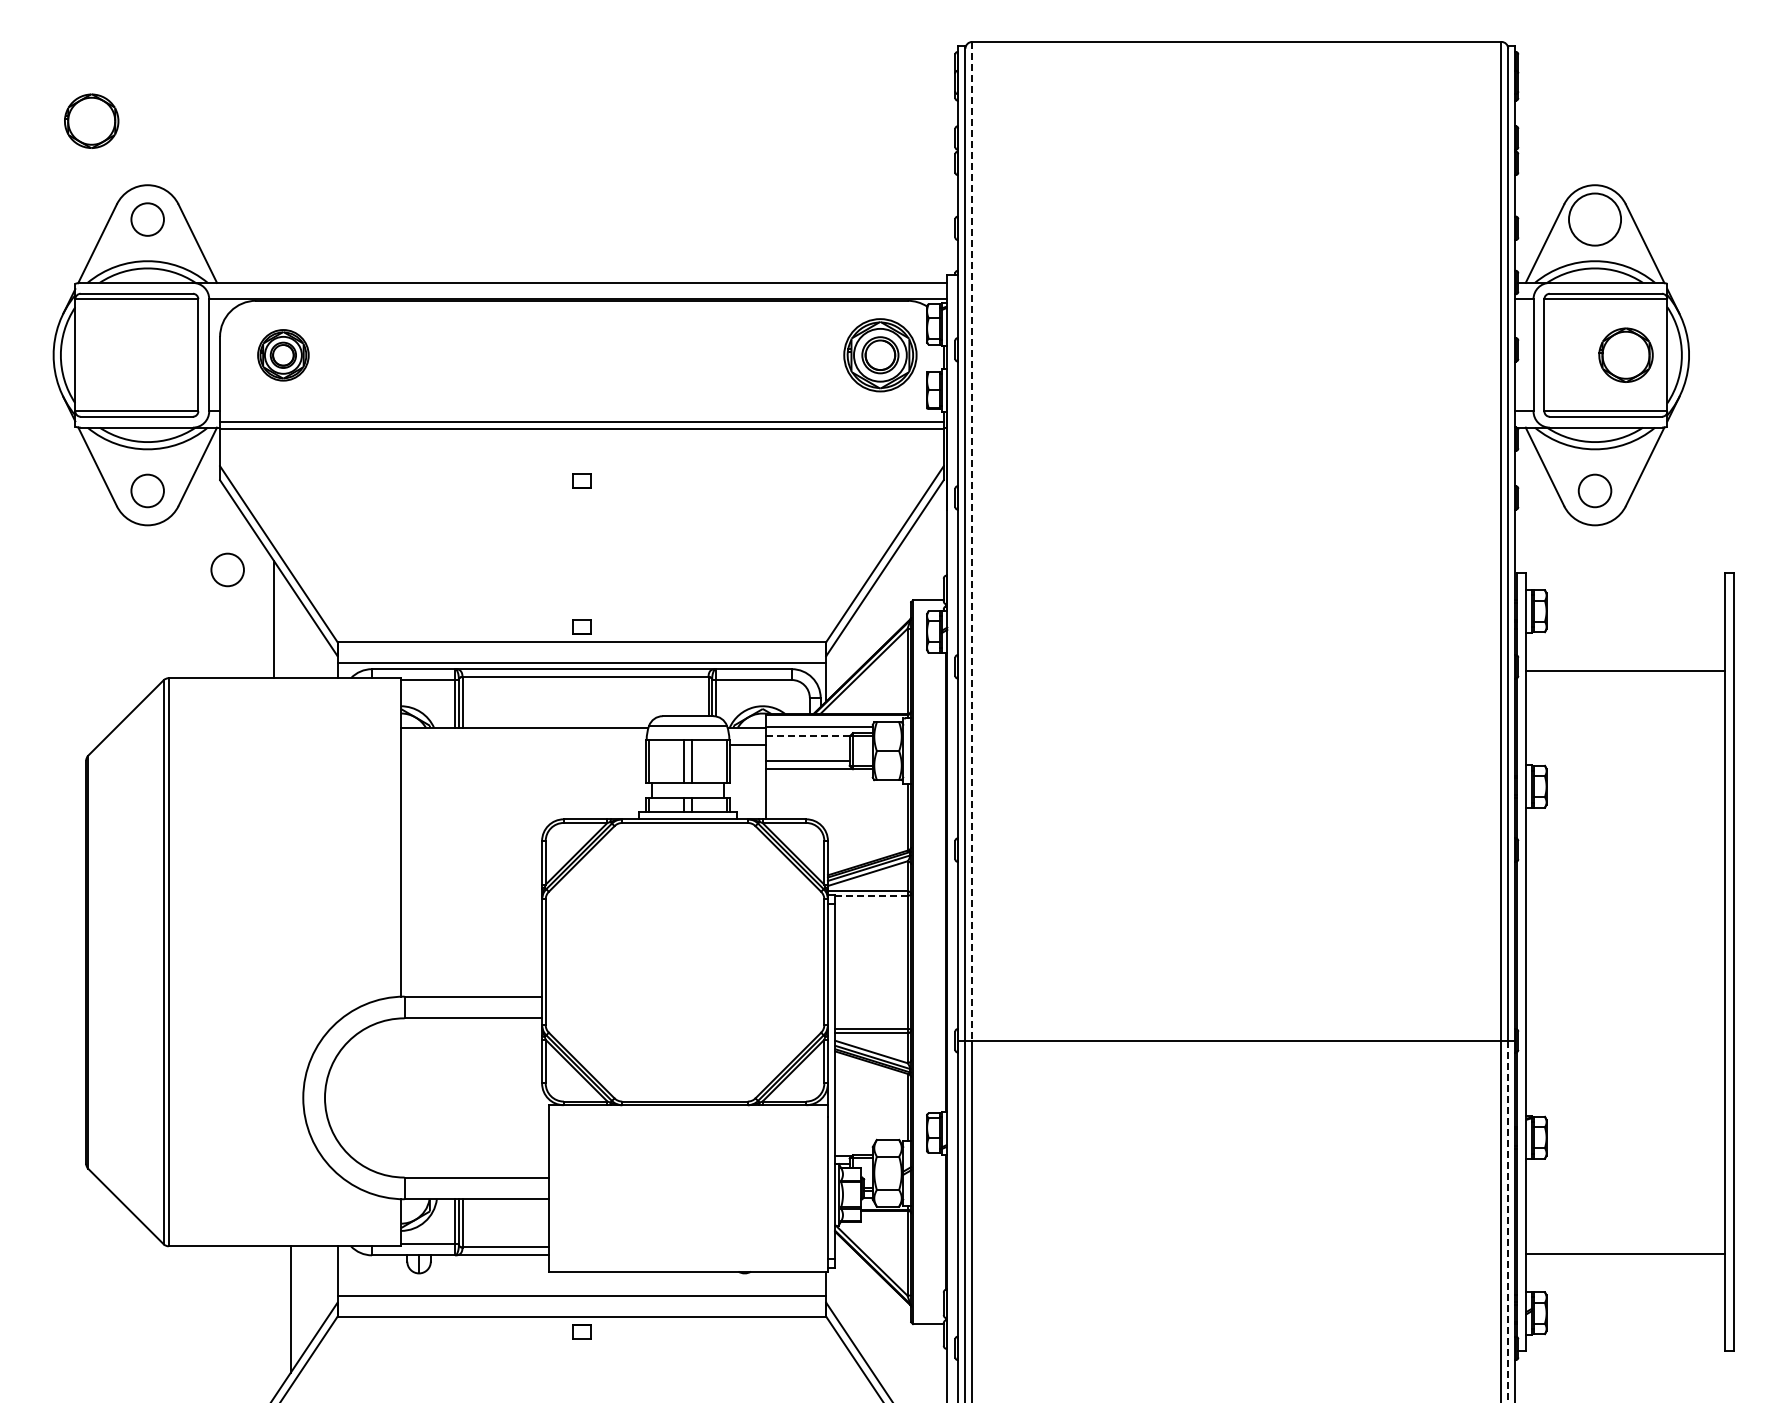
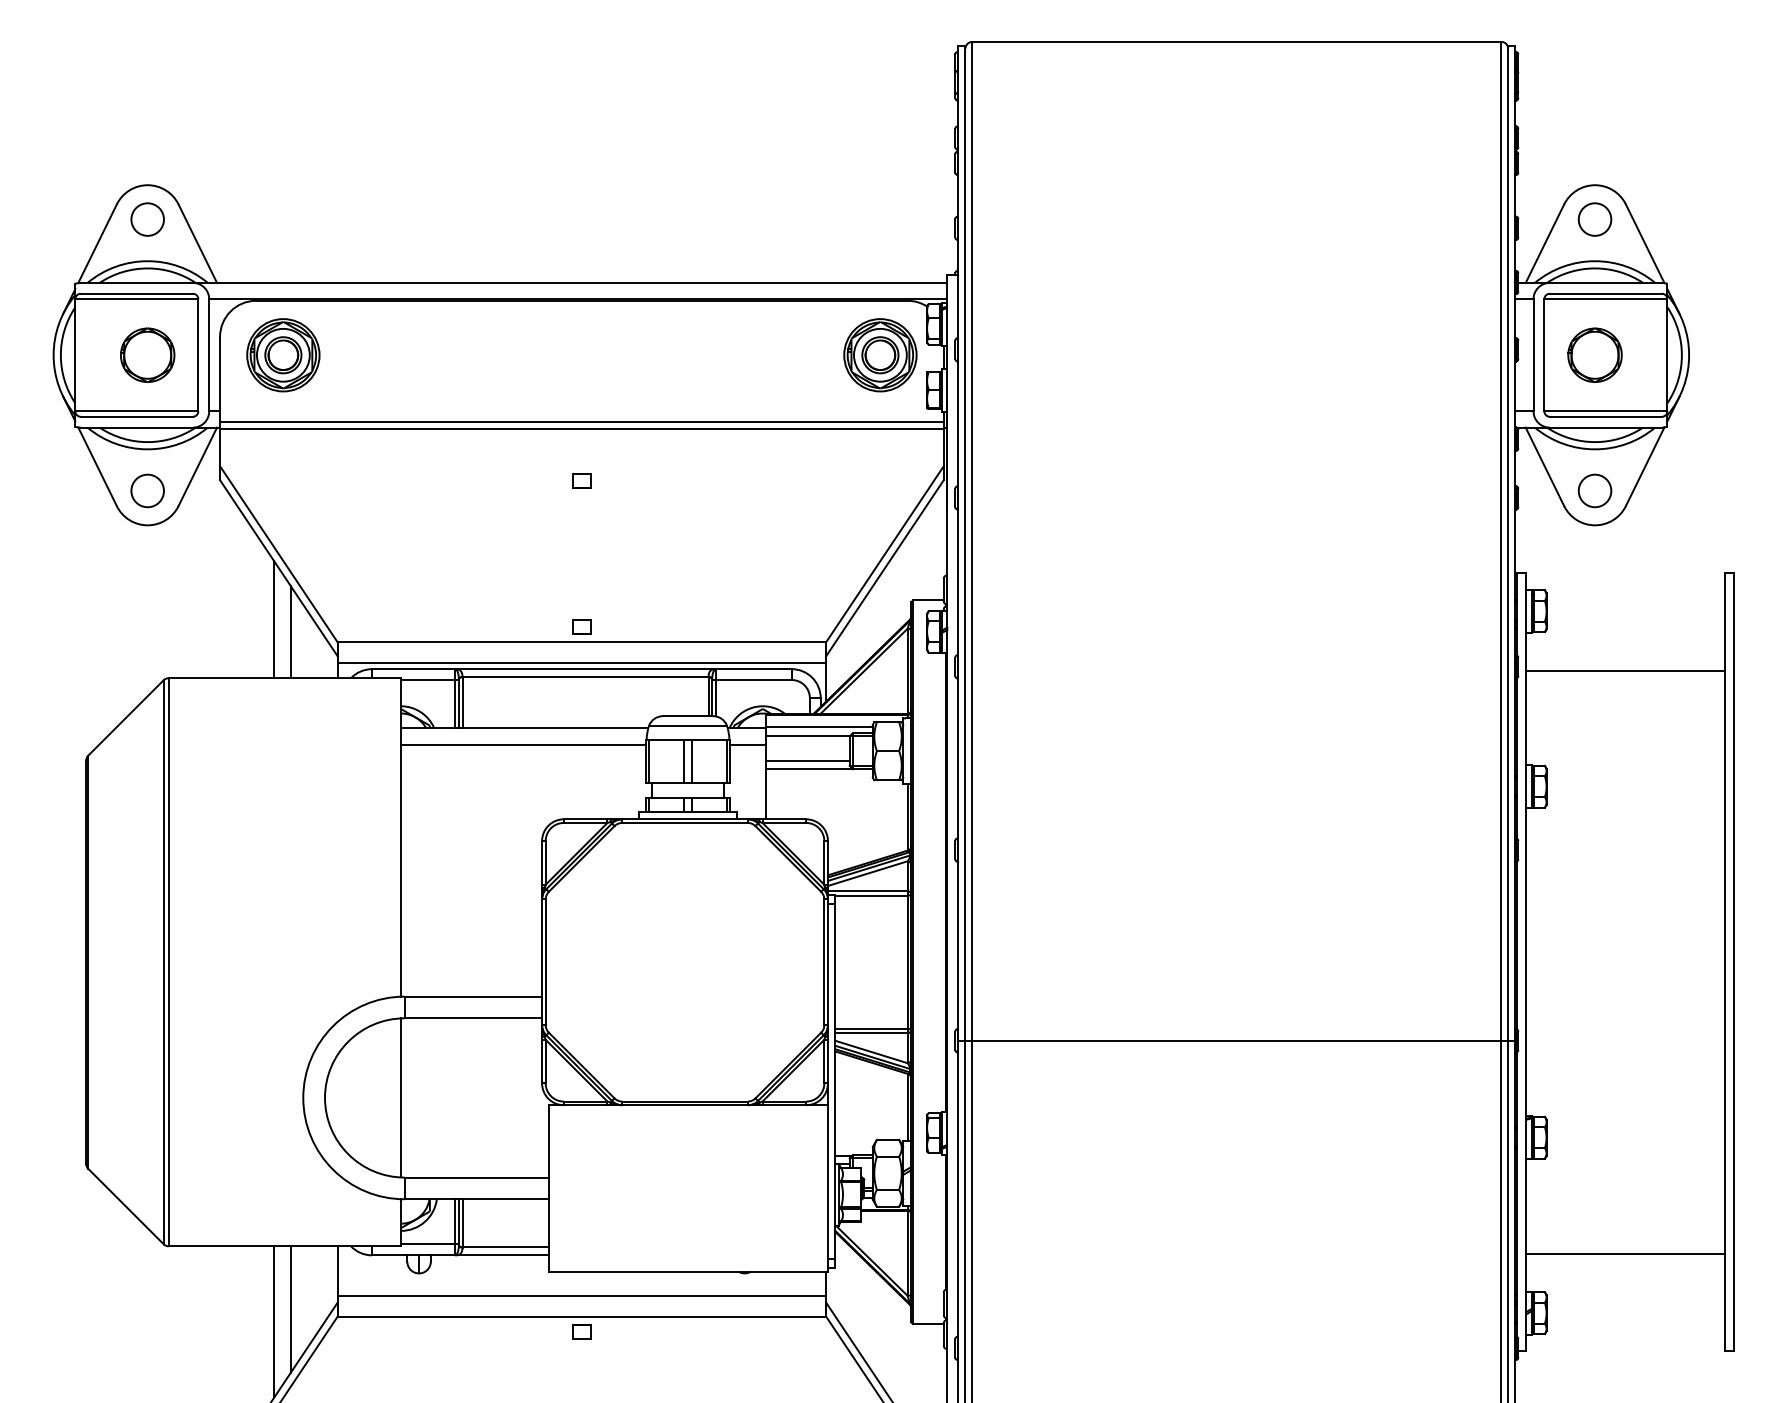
part at (91, 120) position: (91, 120) -> (147, 354)
circle at (1595, 219) diameter: 52 px -> 33 px
part at (1625, 354) position: (1625, 354) -> (1594, 354)
part at (283, 355) size: 53x53 px -> 75x75 px
line at (972, 541): dashed -> solid
circle at (227, 569): present -> none
line at (290, 631): none -> present
line at (808, 735): dashed -> solid
line at (522, 745): none -> present
line at (871, 895): dashed -> solid
line at (400, 1097): none -> present
line at (1508, 1221): dashed -> solid
line at (274, 1321): none -> present
